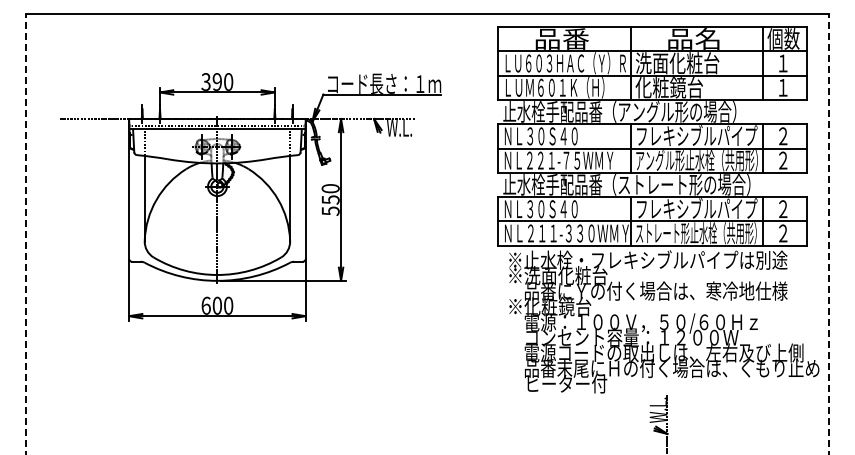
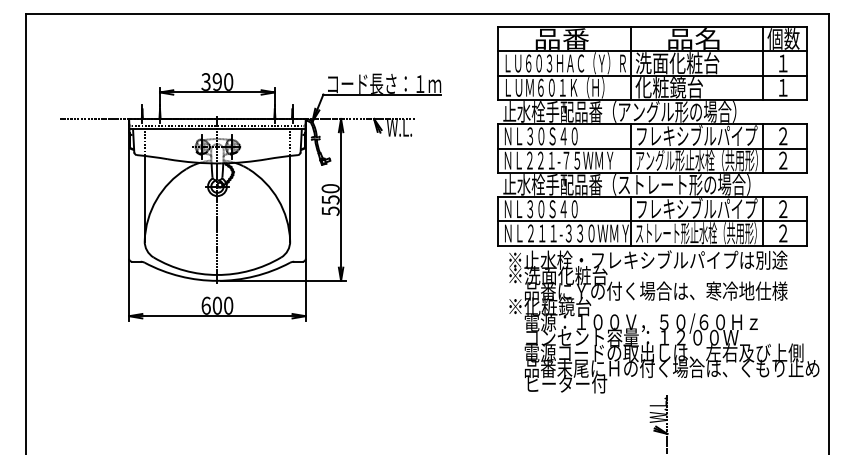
line at (25, 233): dashed -> solid
line at (829, 233): dashed -> solid
